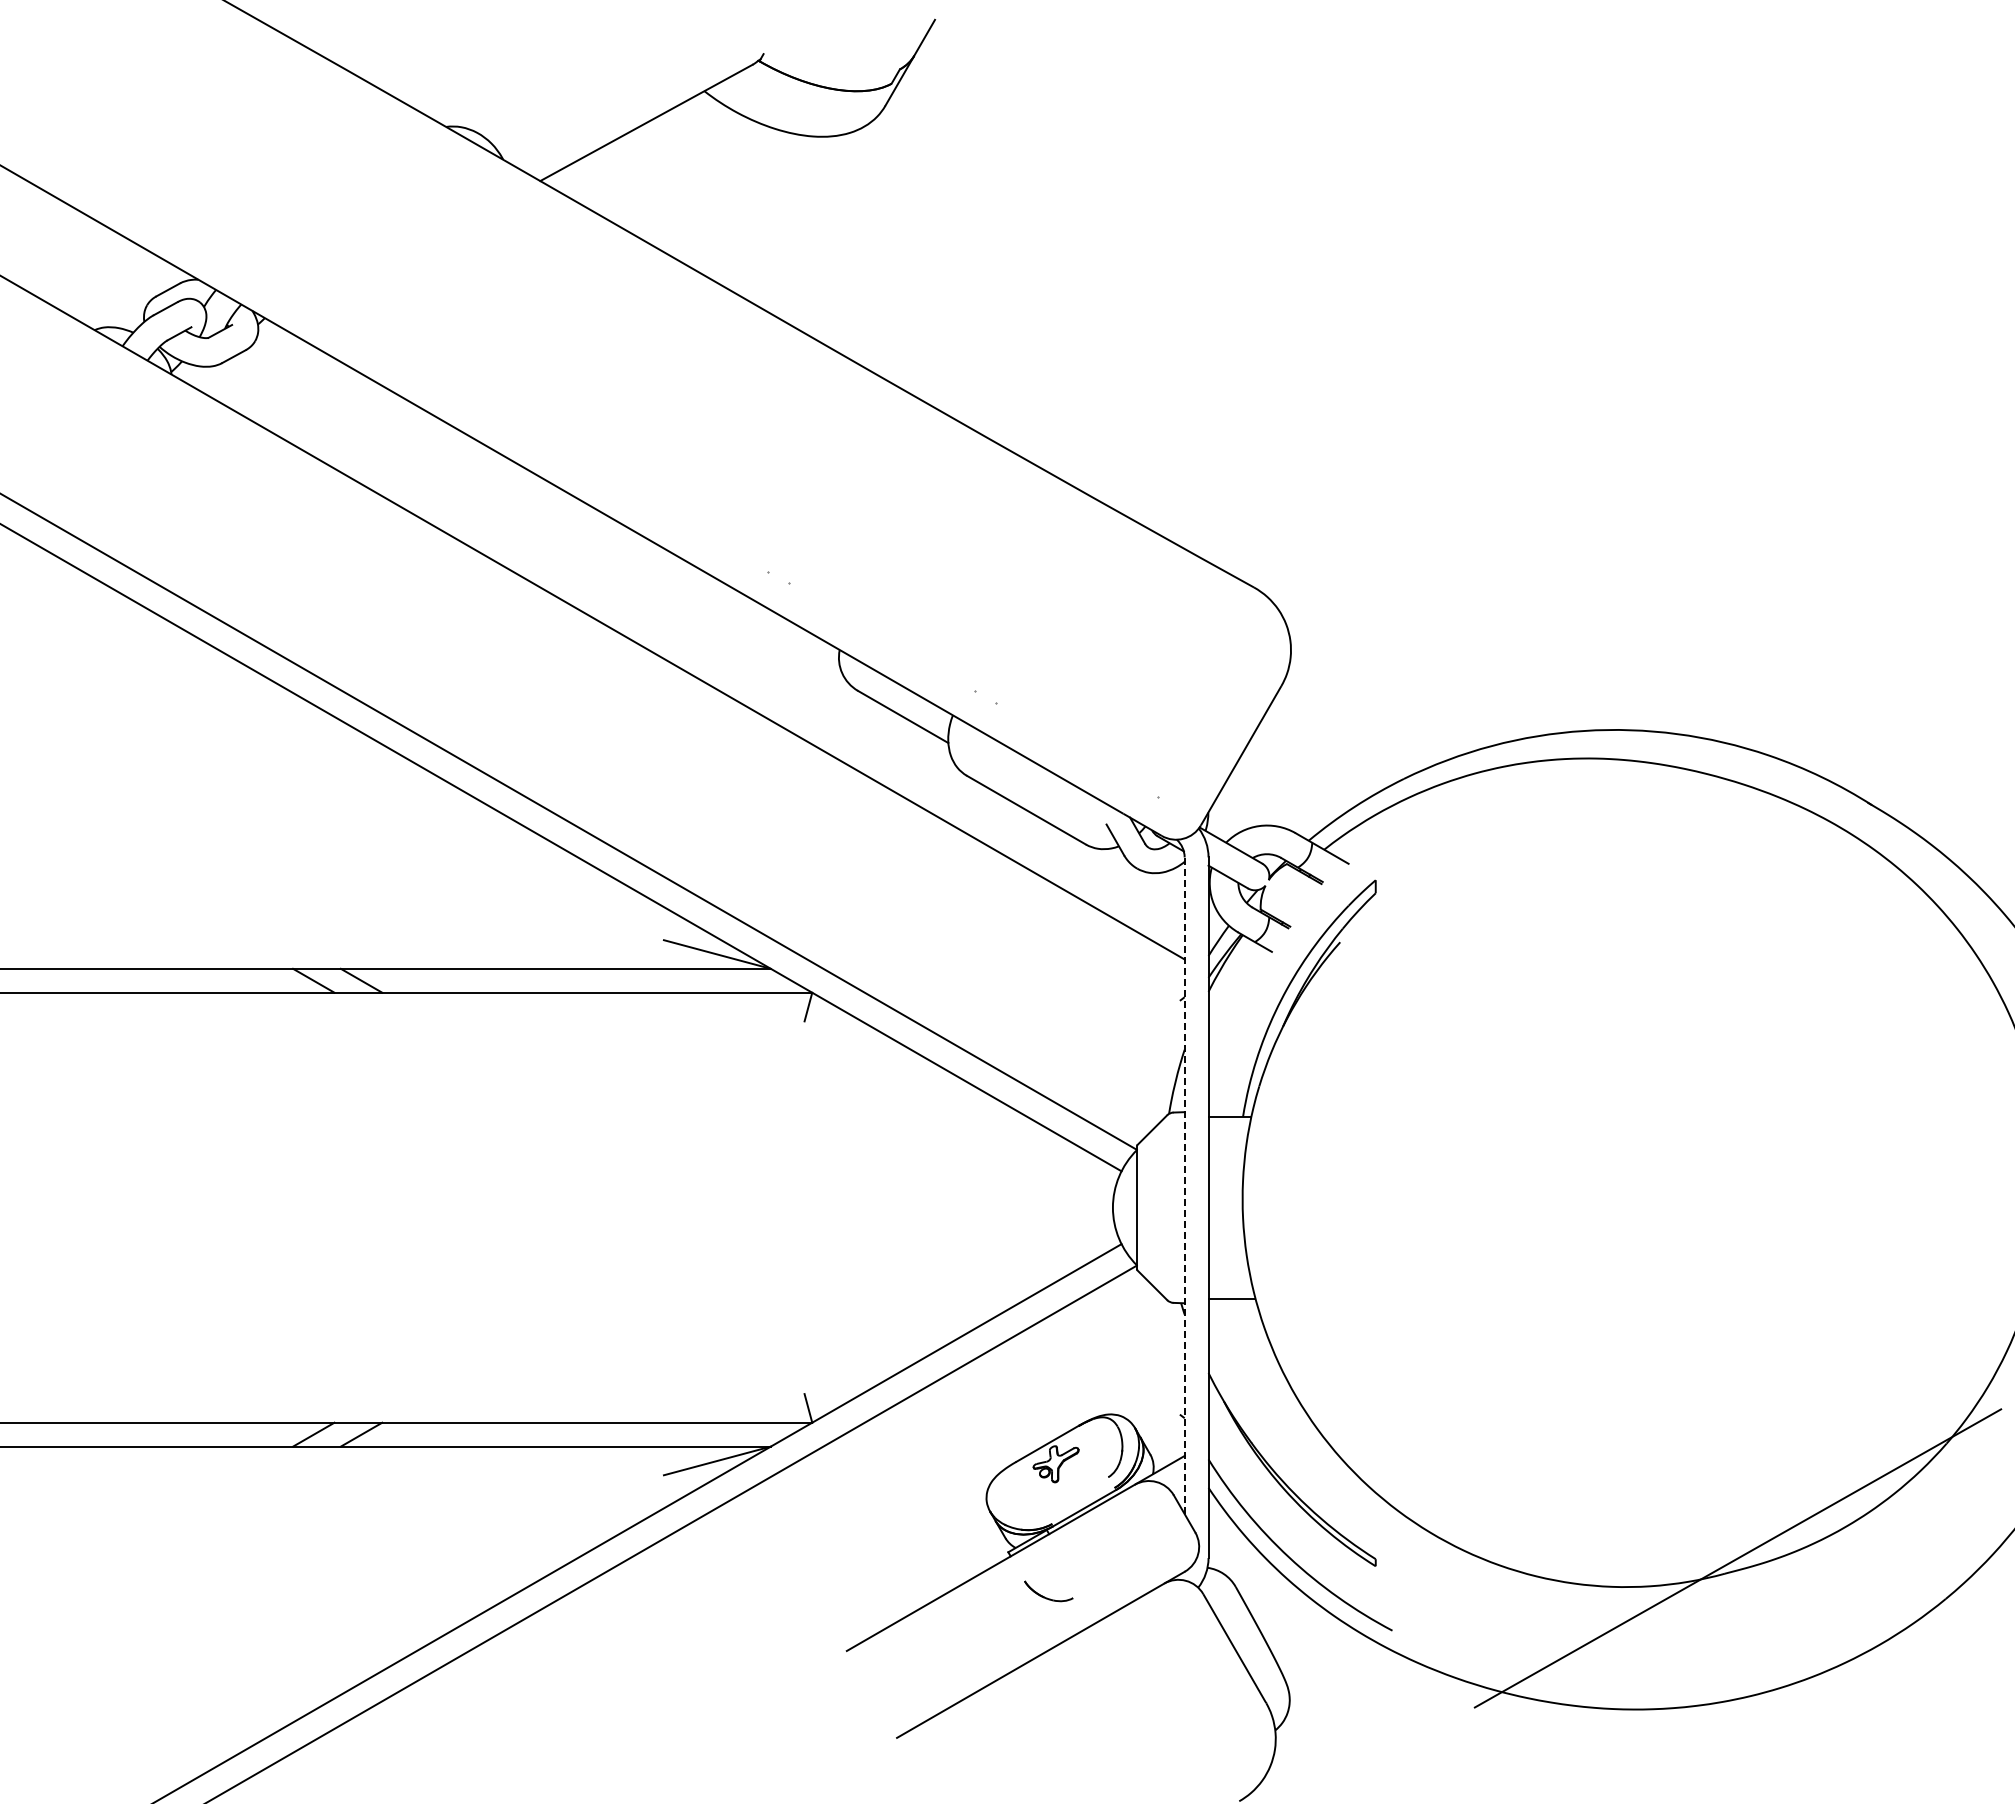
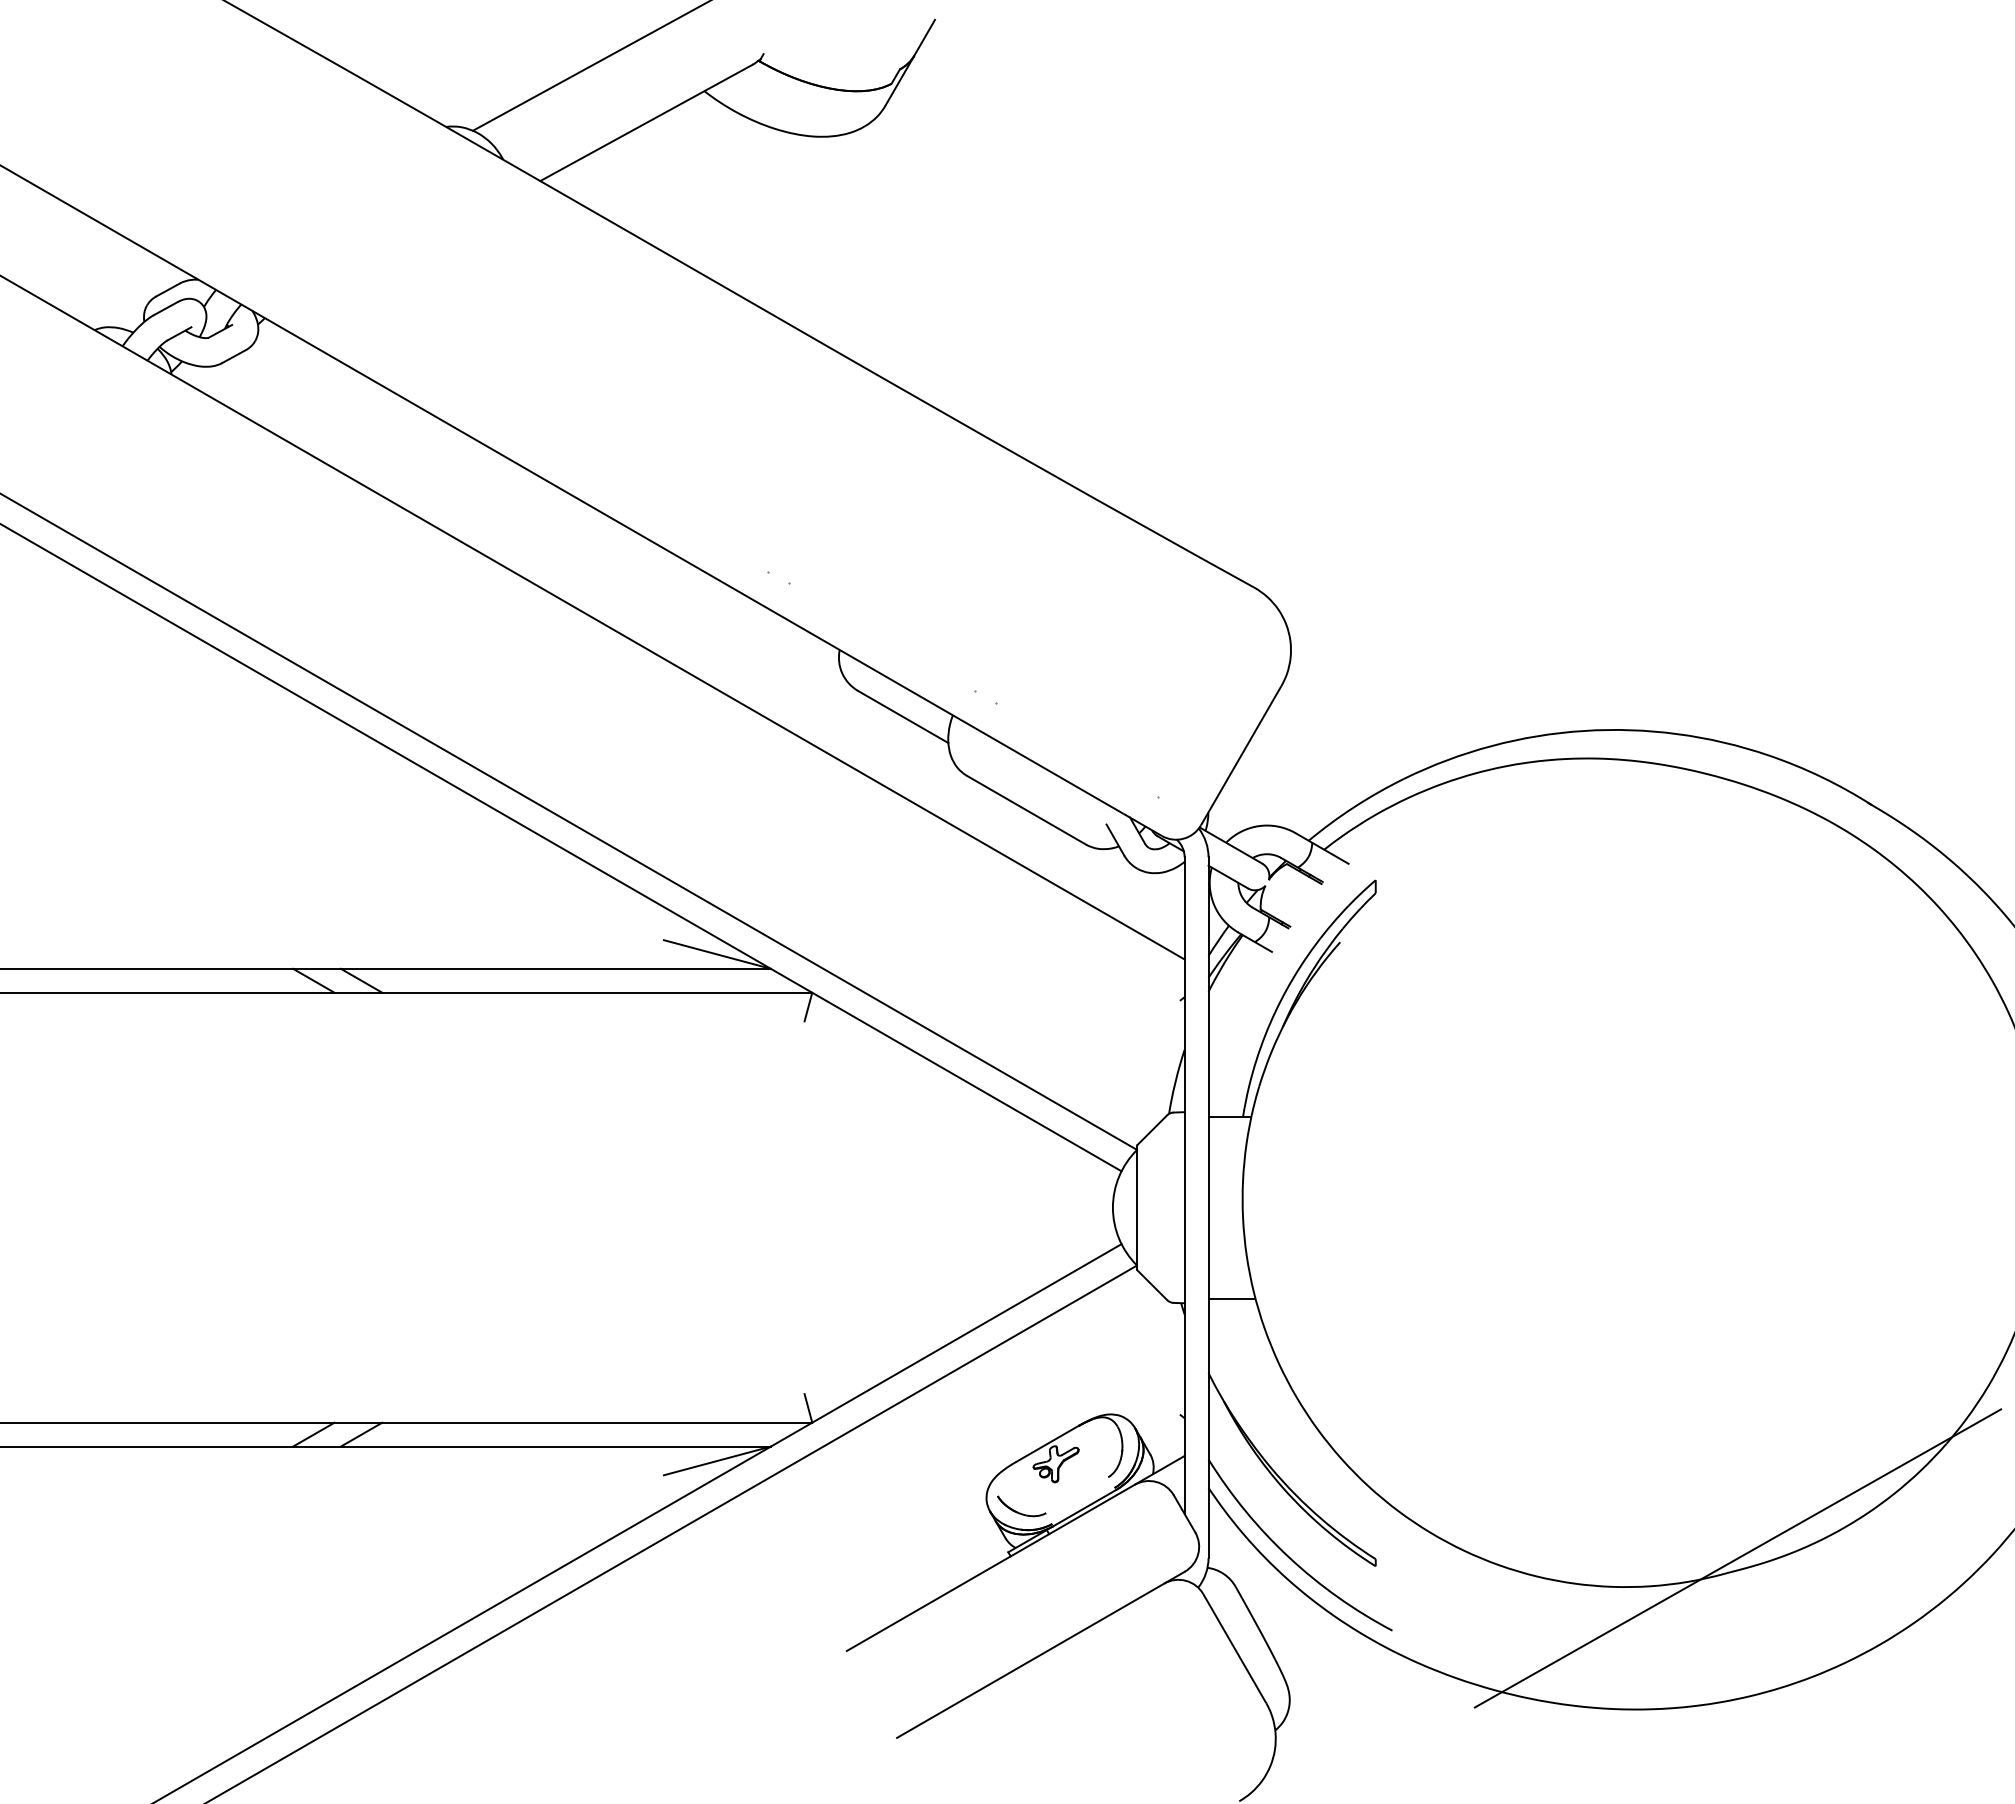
line at (589, 66): none -> present
line at (1184, 1185): dashed -> solid
part at (1047, 1597) position: (1047, 1597) -> (1020, 1512)
